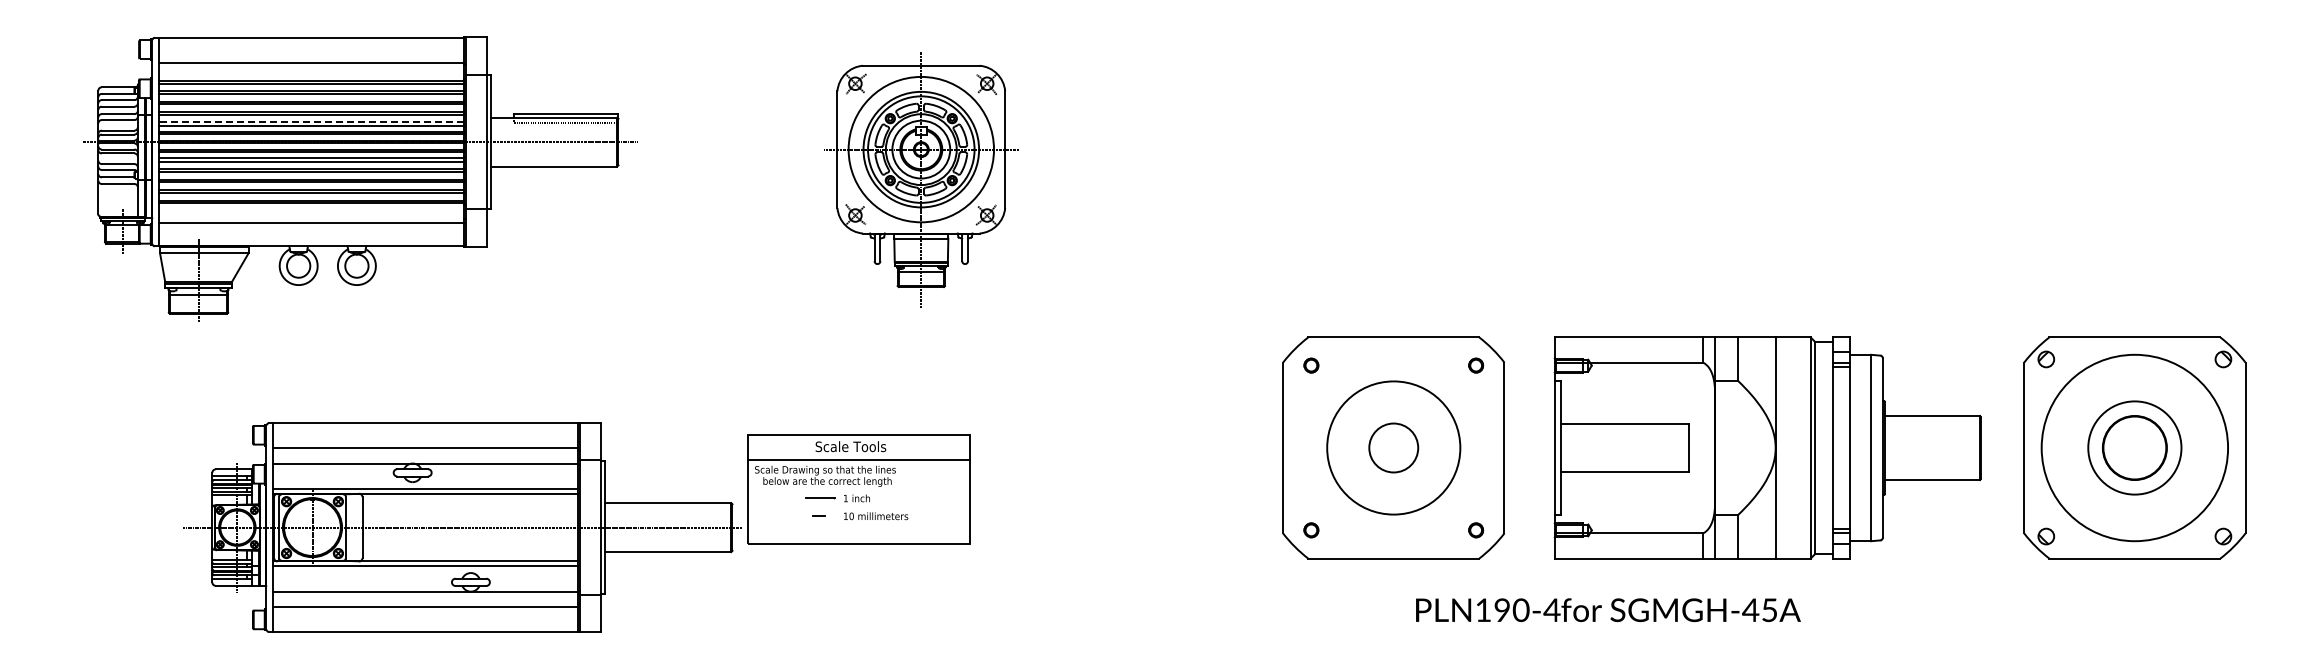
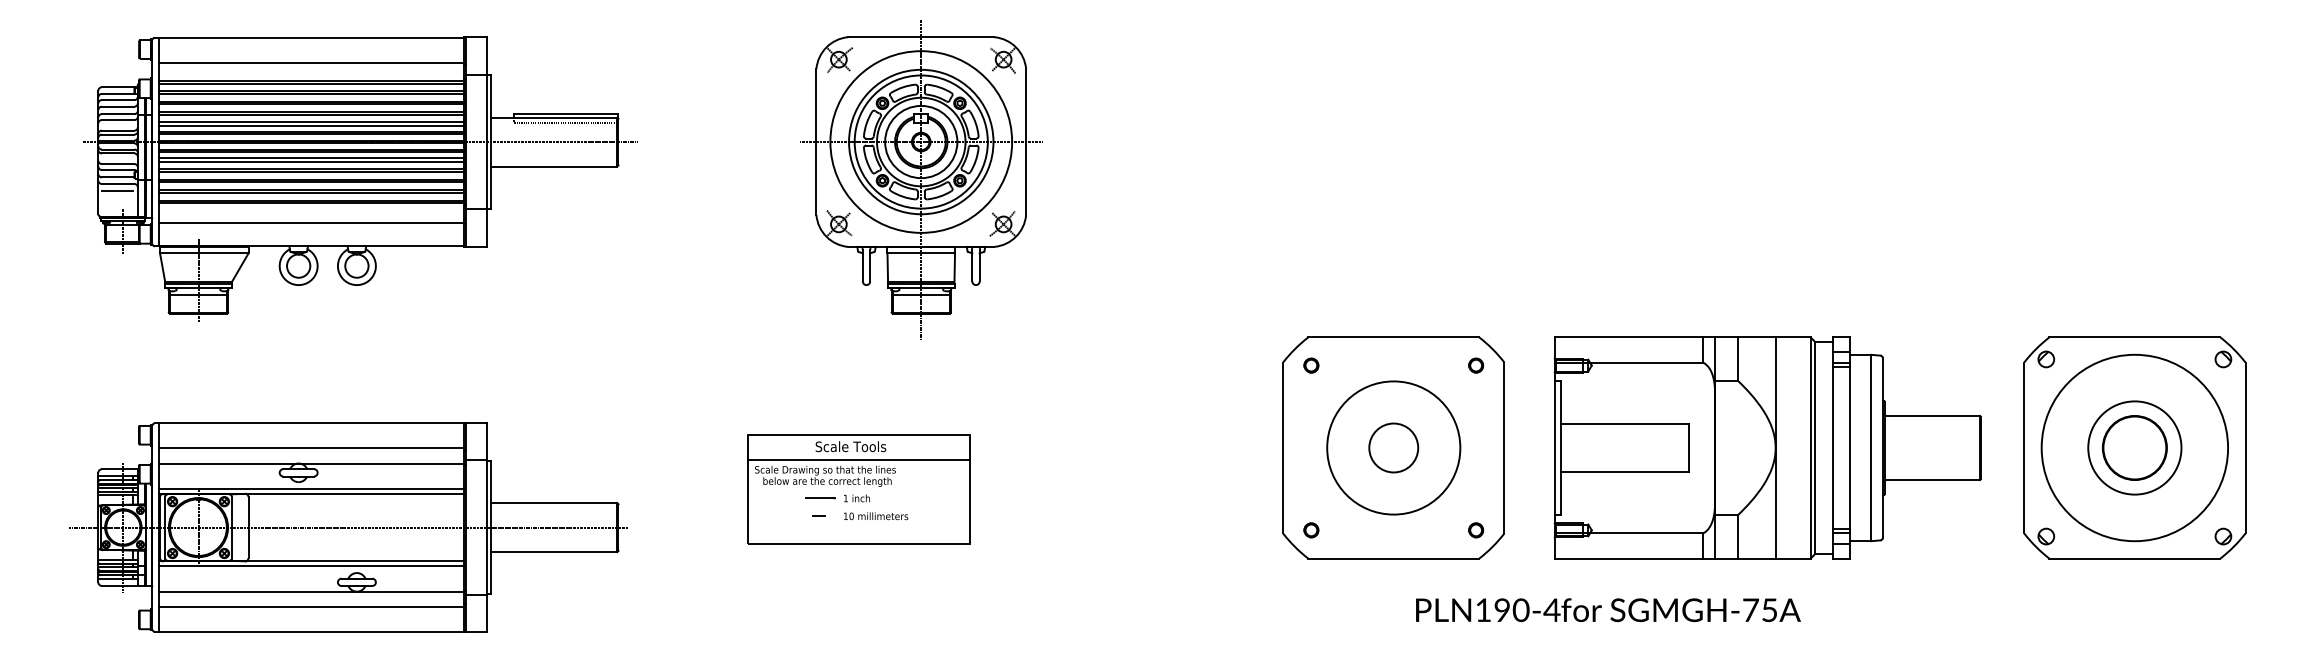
line at (310, 121): dashed -> solid
part at (921, 179) size: 195x256 px -> 243x320 px
line at (117, 191): none -> present
part at (462, 527) position: (462, 527) -> (348, 527)
text at (1750, 609): SGMGH-45A -> SGMGH-75A
